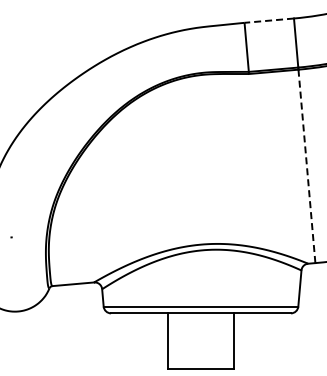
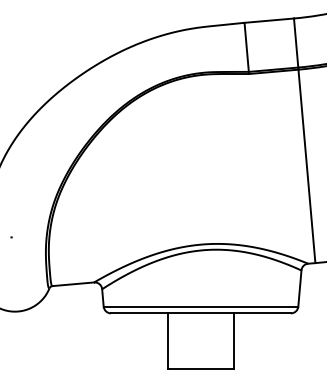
line at (269, 20): dashed -> solid
line at (306, 166): dashed -> solid
